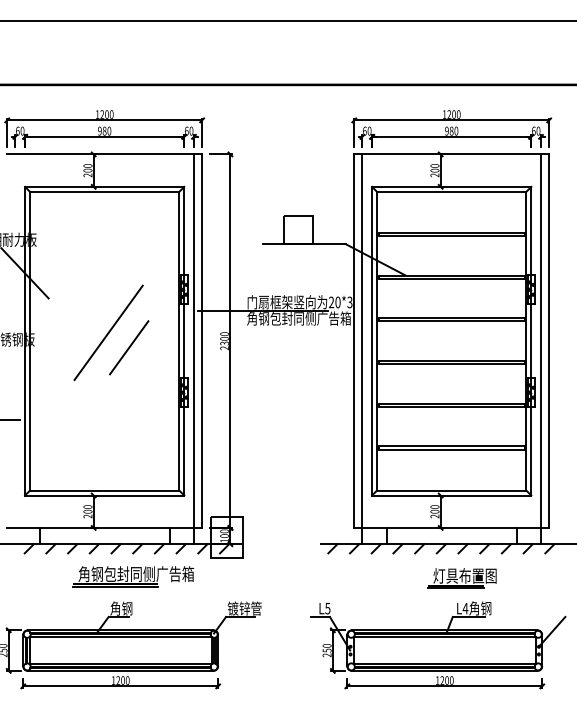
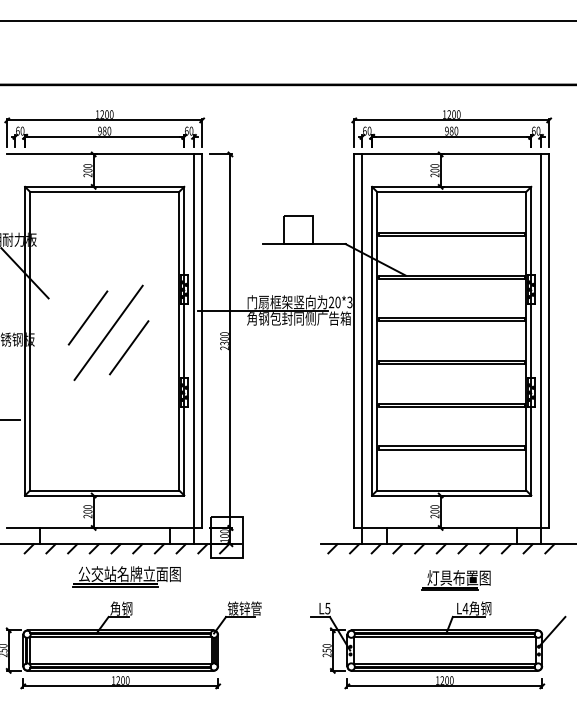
line at (87, 317): none -> present
text at (136, 574): 角钢包封同侧广告箱 -> 公交站名牌立面图
part at (461, 578) position: (461, 578) -> (455, 580)
